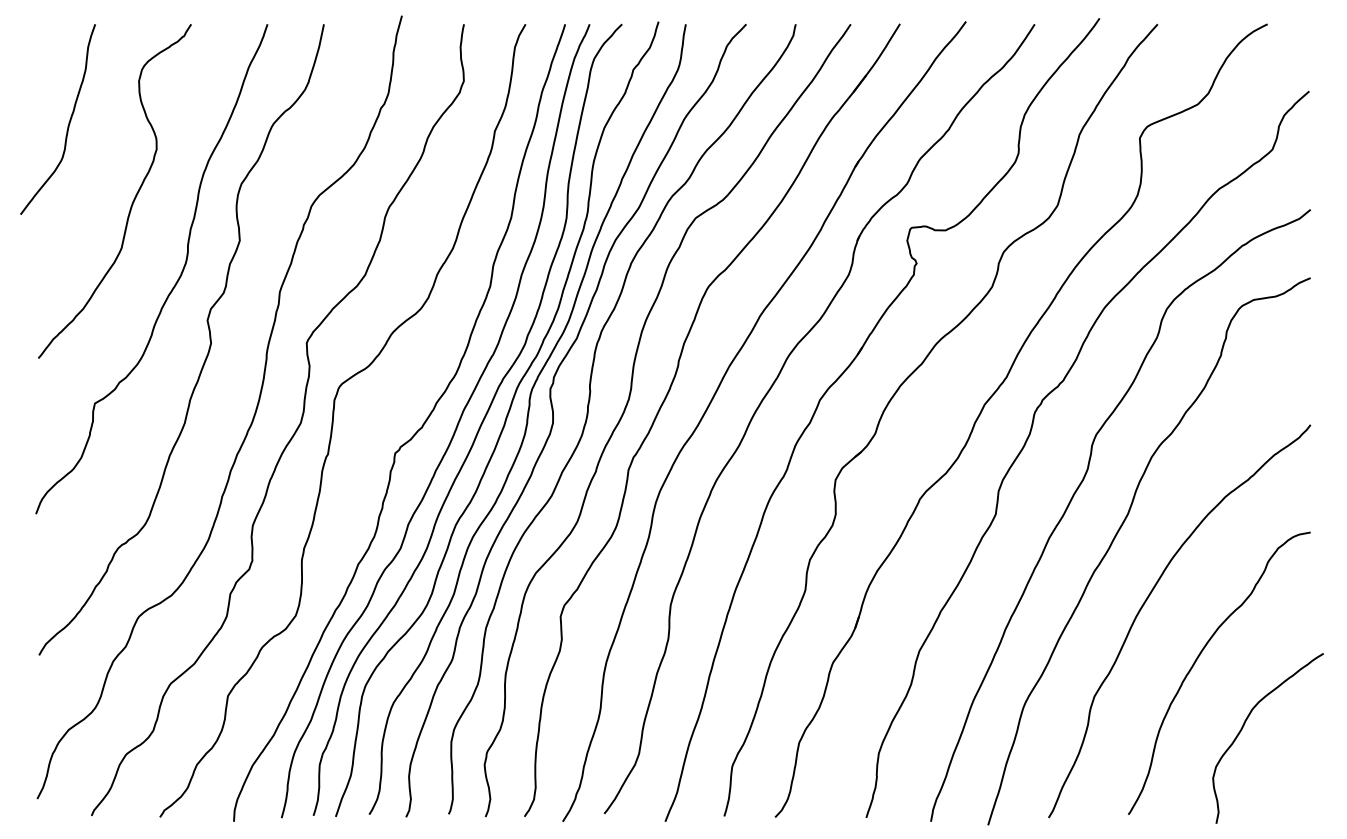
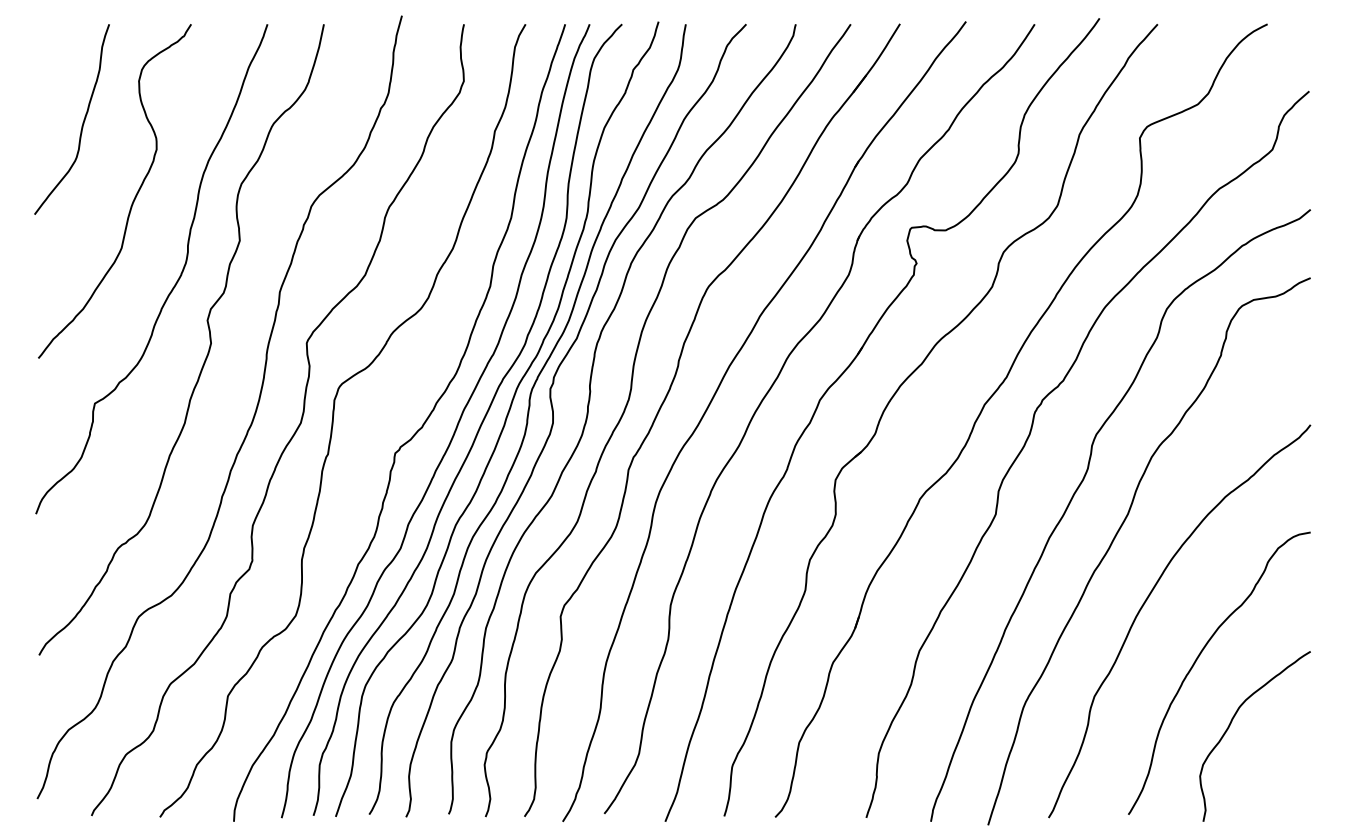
curve at (68, 122) position: (68, 122) -> (82, 122)
curve at (1243, 727) position: (1243, 727) -> (1230, 725)
